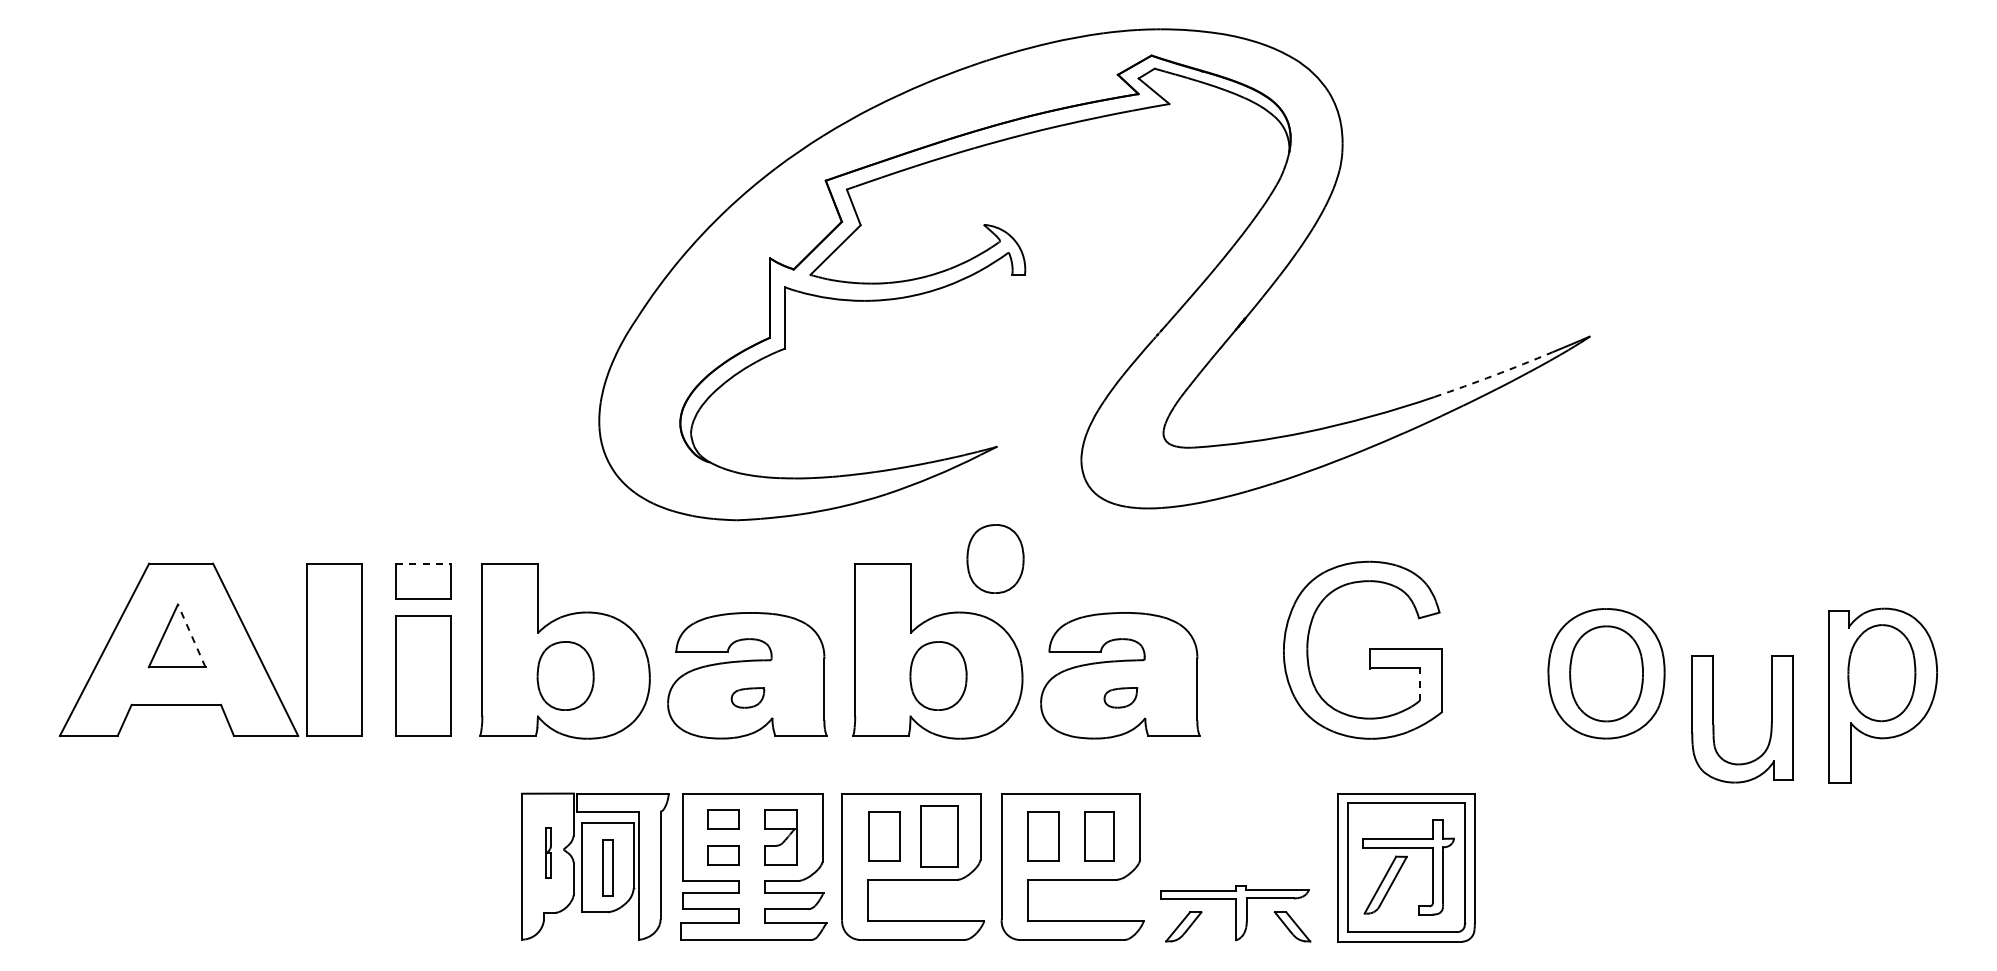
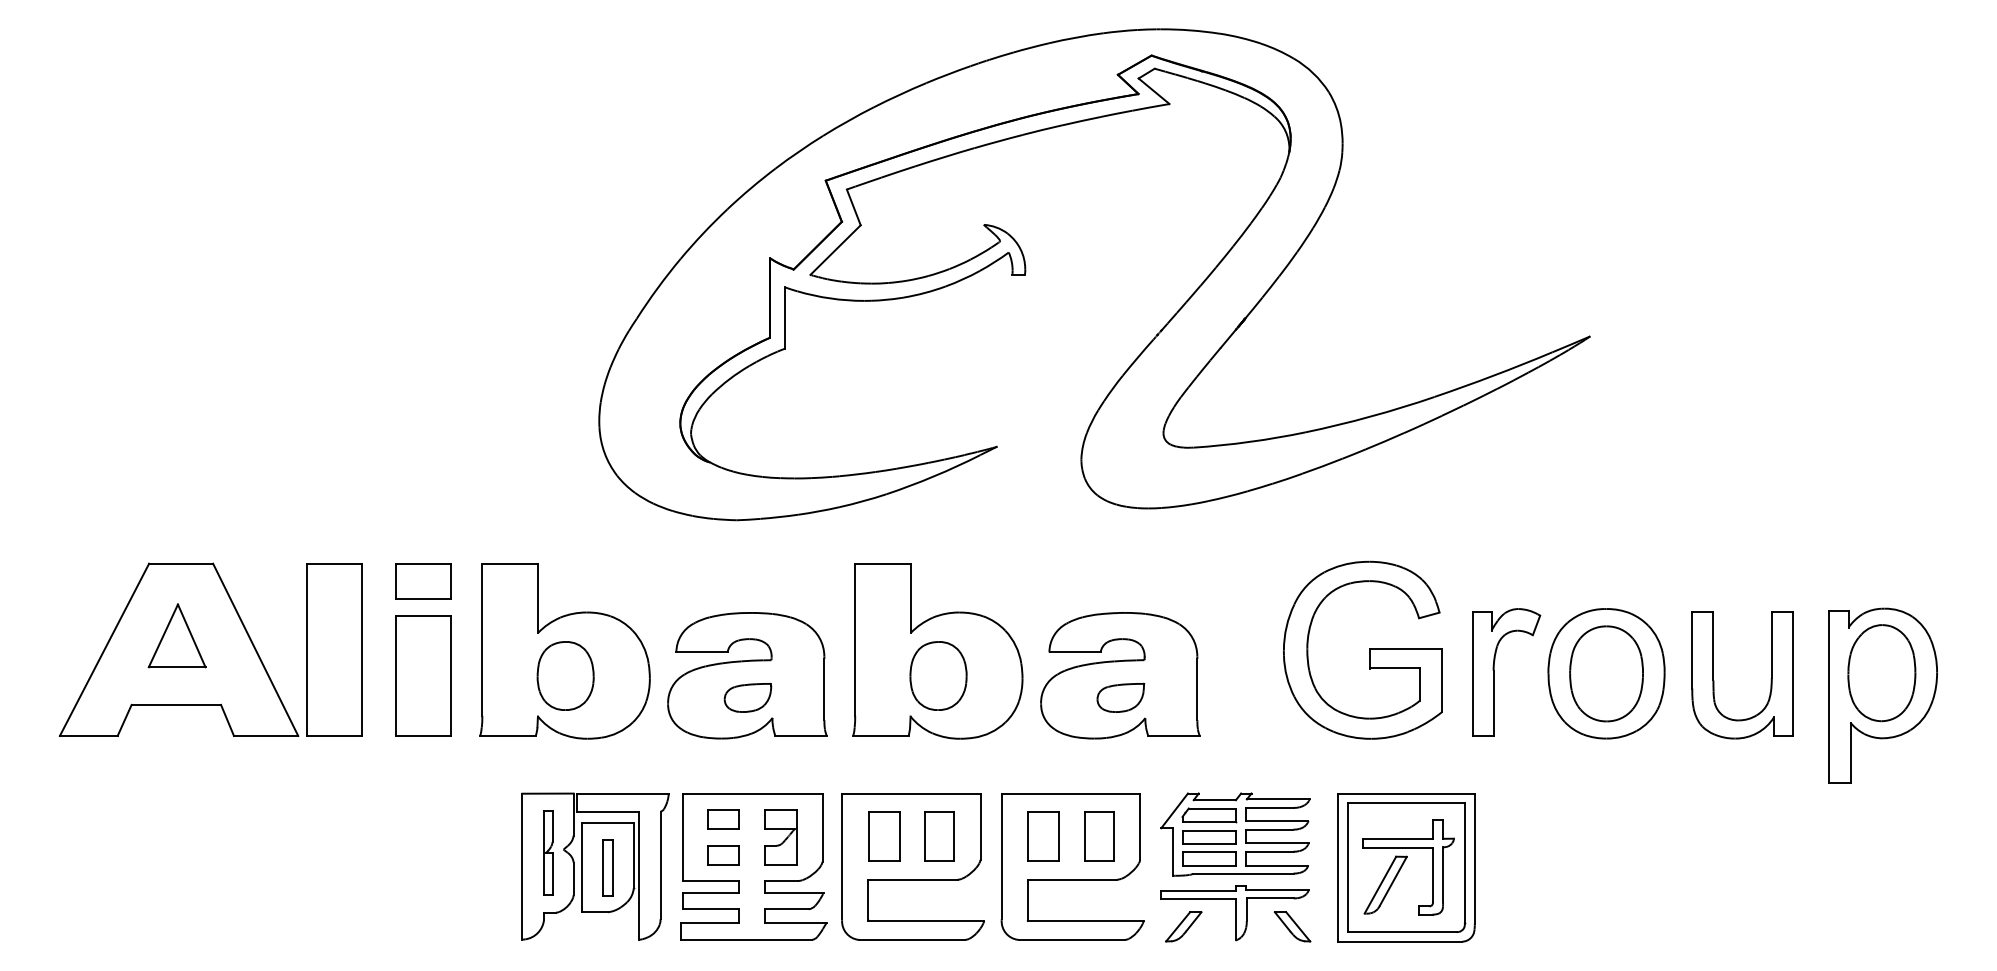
arc at (1493, 375): dashed -> solid
part at (995, 558): present -> none
line at (423, 563): dashed -> solid
line at (191, 635): dashed -> solid
part at (1494, 672): none -> present
line at (1419, 684): dashed -> solid
part at (747, 697) size: 36x22 px -> 50x30 px
part at (1120, 697) size: 36x22 px -> 50x31 px
part at (1770, 722) position: (1770, 722) -> (1770, 678)
part at (1235, 834): none -> present
part at (939, 836) size: 39x63 px -> 31x51 px
part at (548, 852) size: 7x52 px -> 11x86 px
